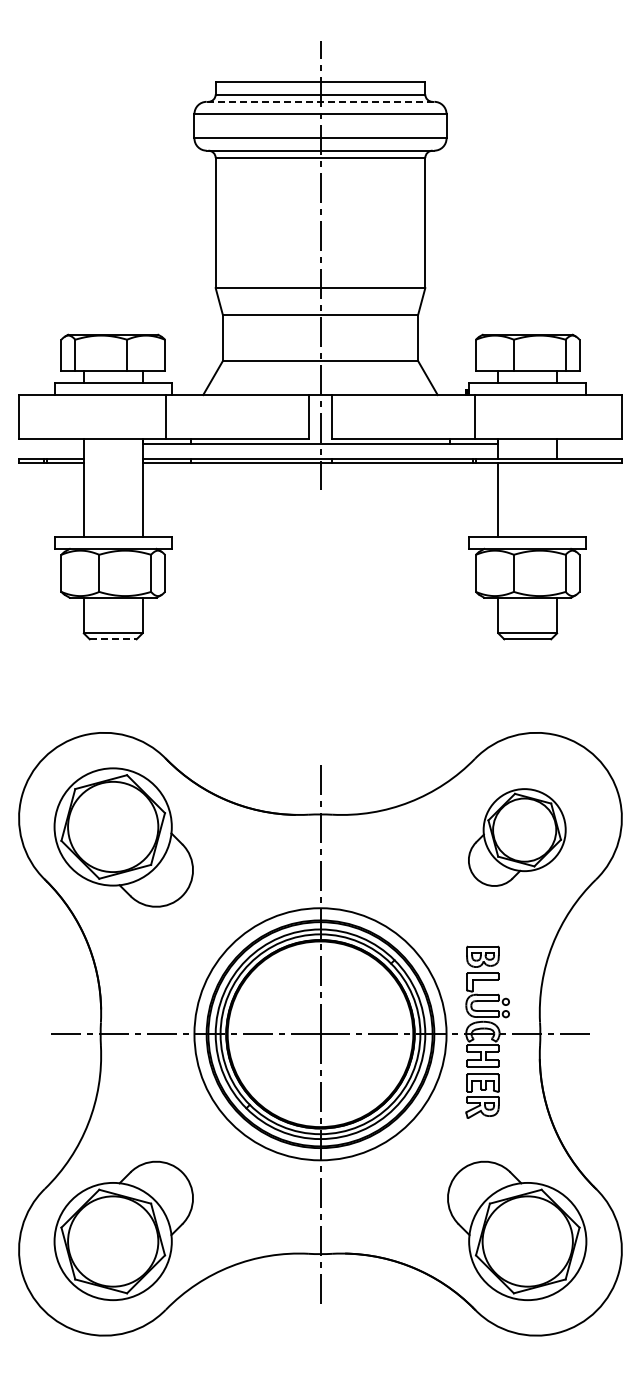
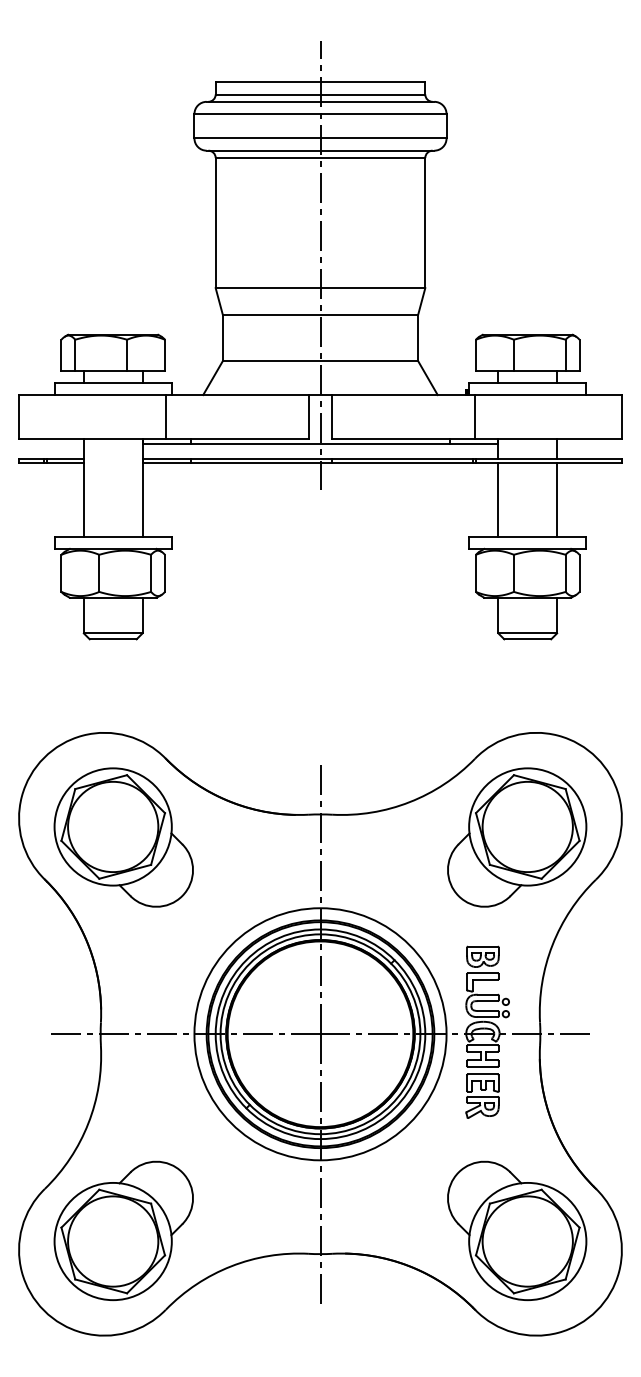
line at (320, 101): dashed -> solid
line at (557, 499): none -> present
line at (113, 639): dashed -> solid
part at (517, 837) size: 99x99 px -> 141x141 px
